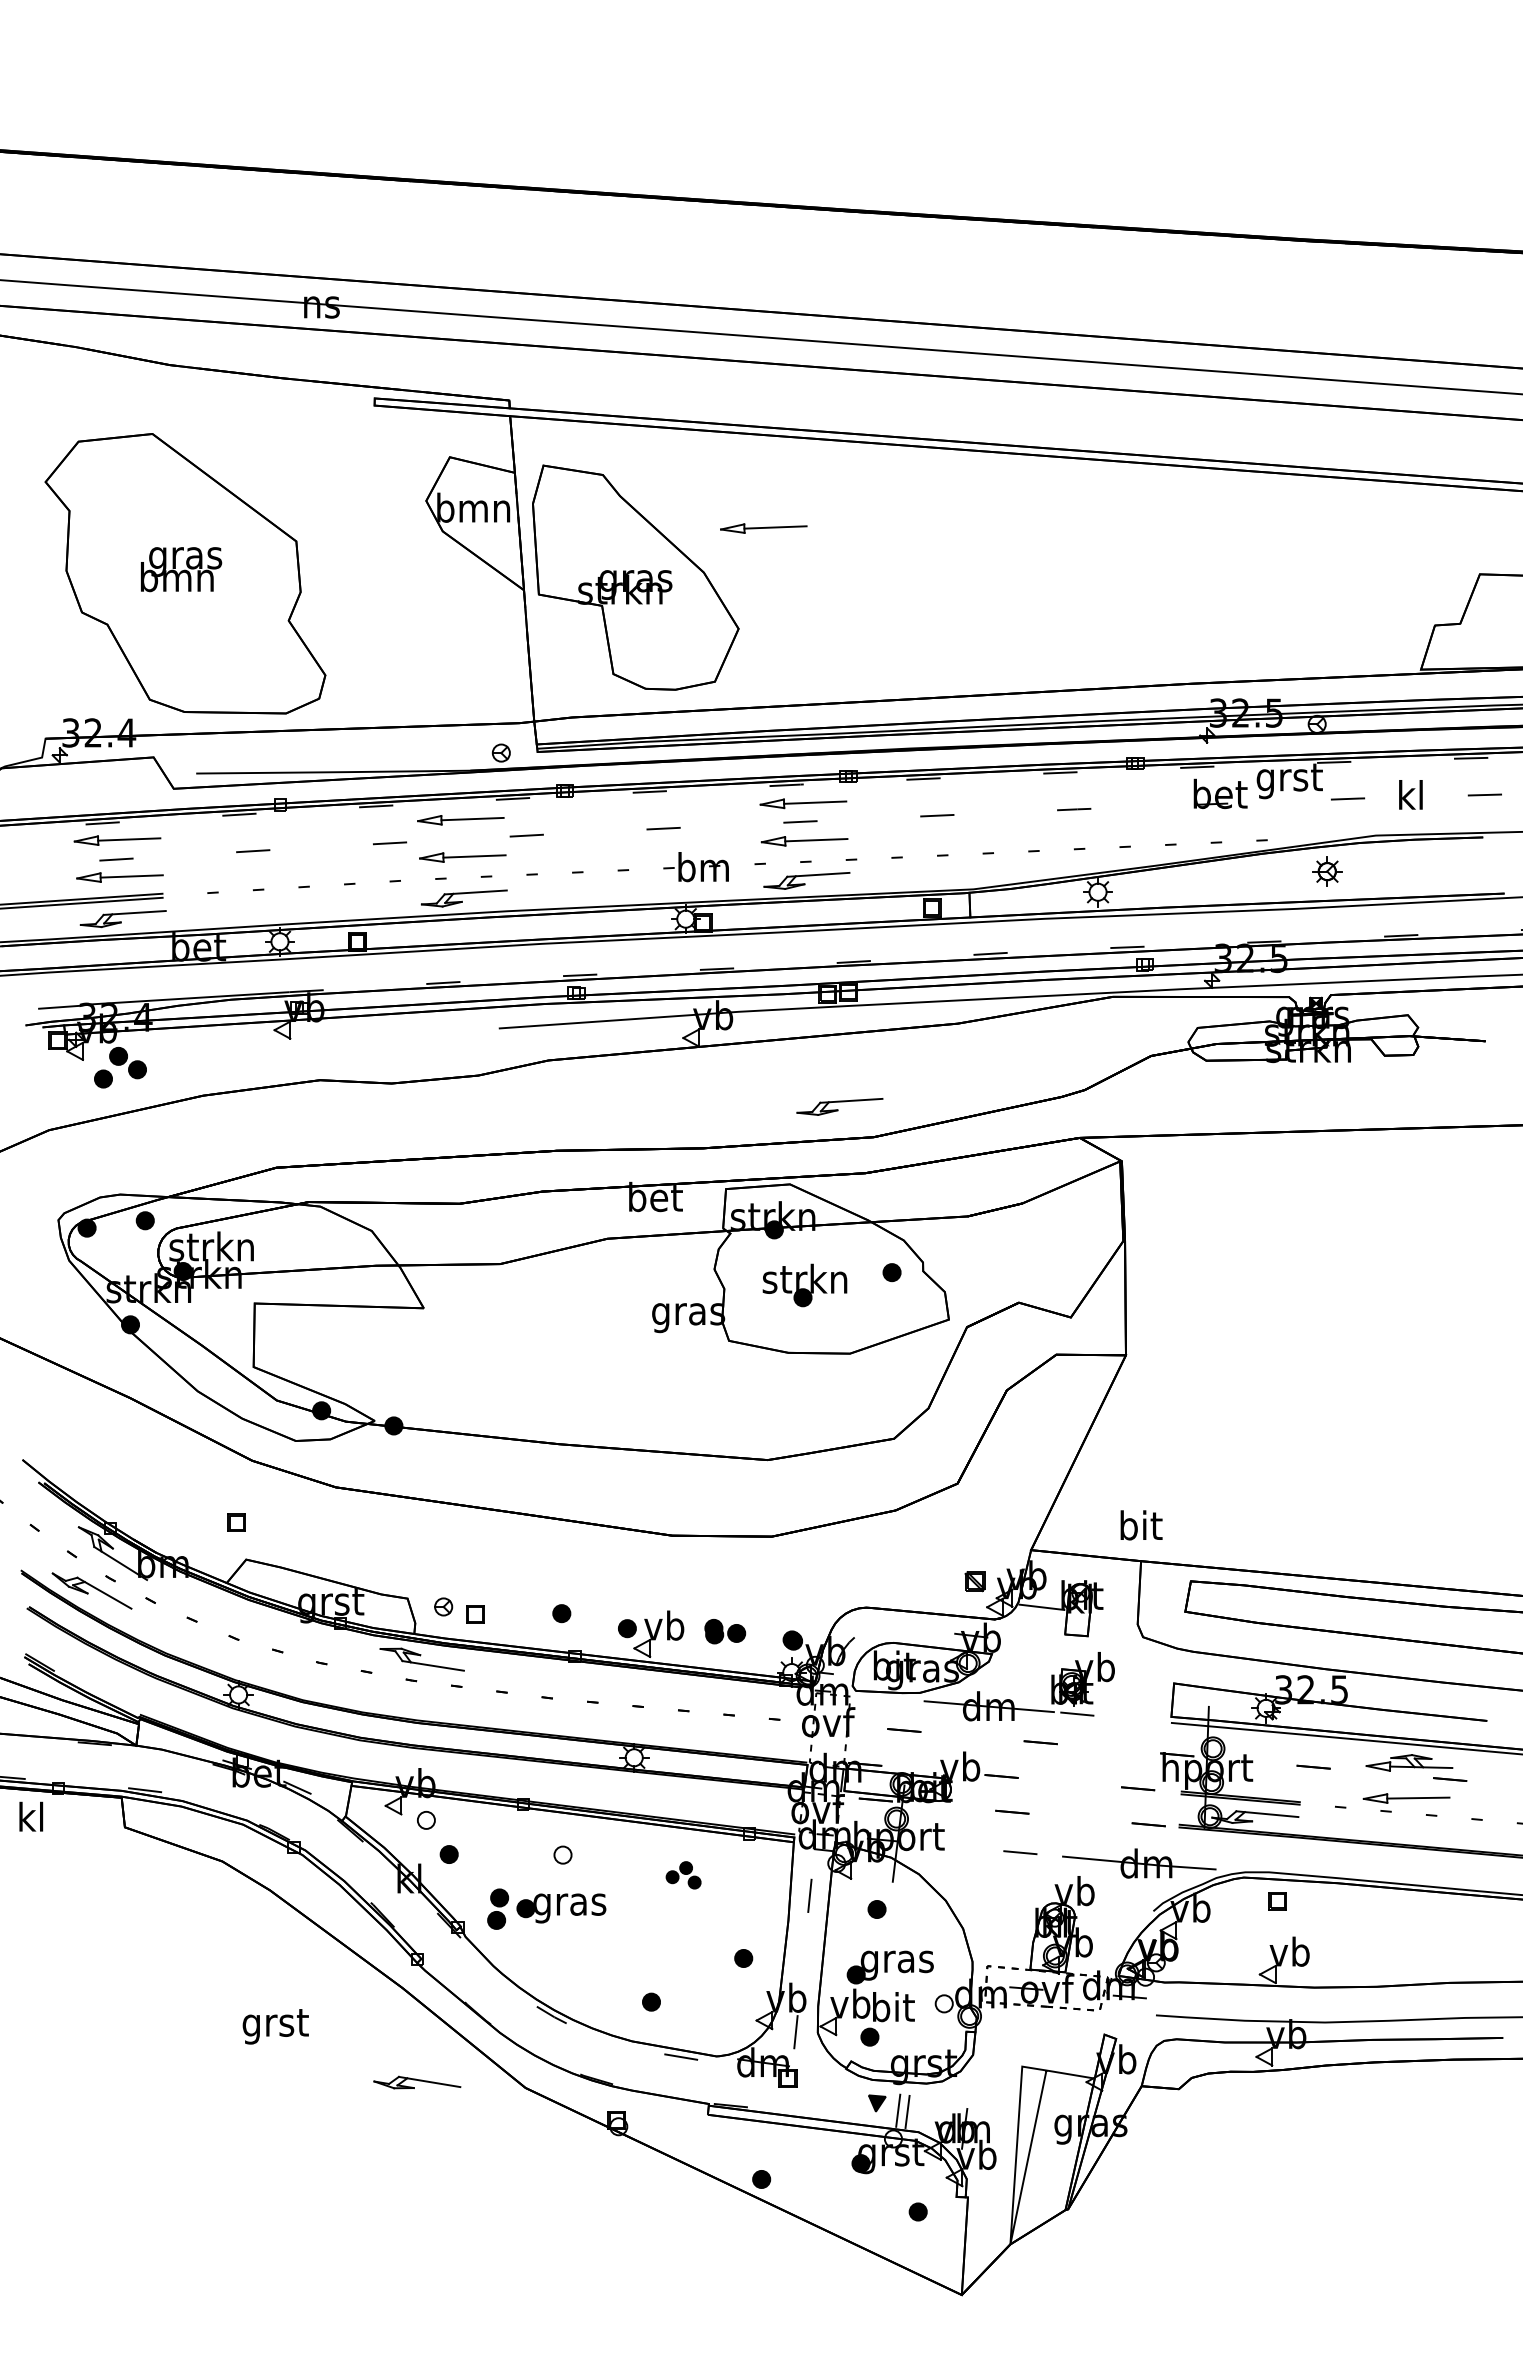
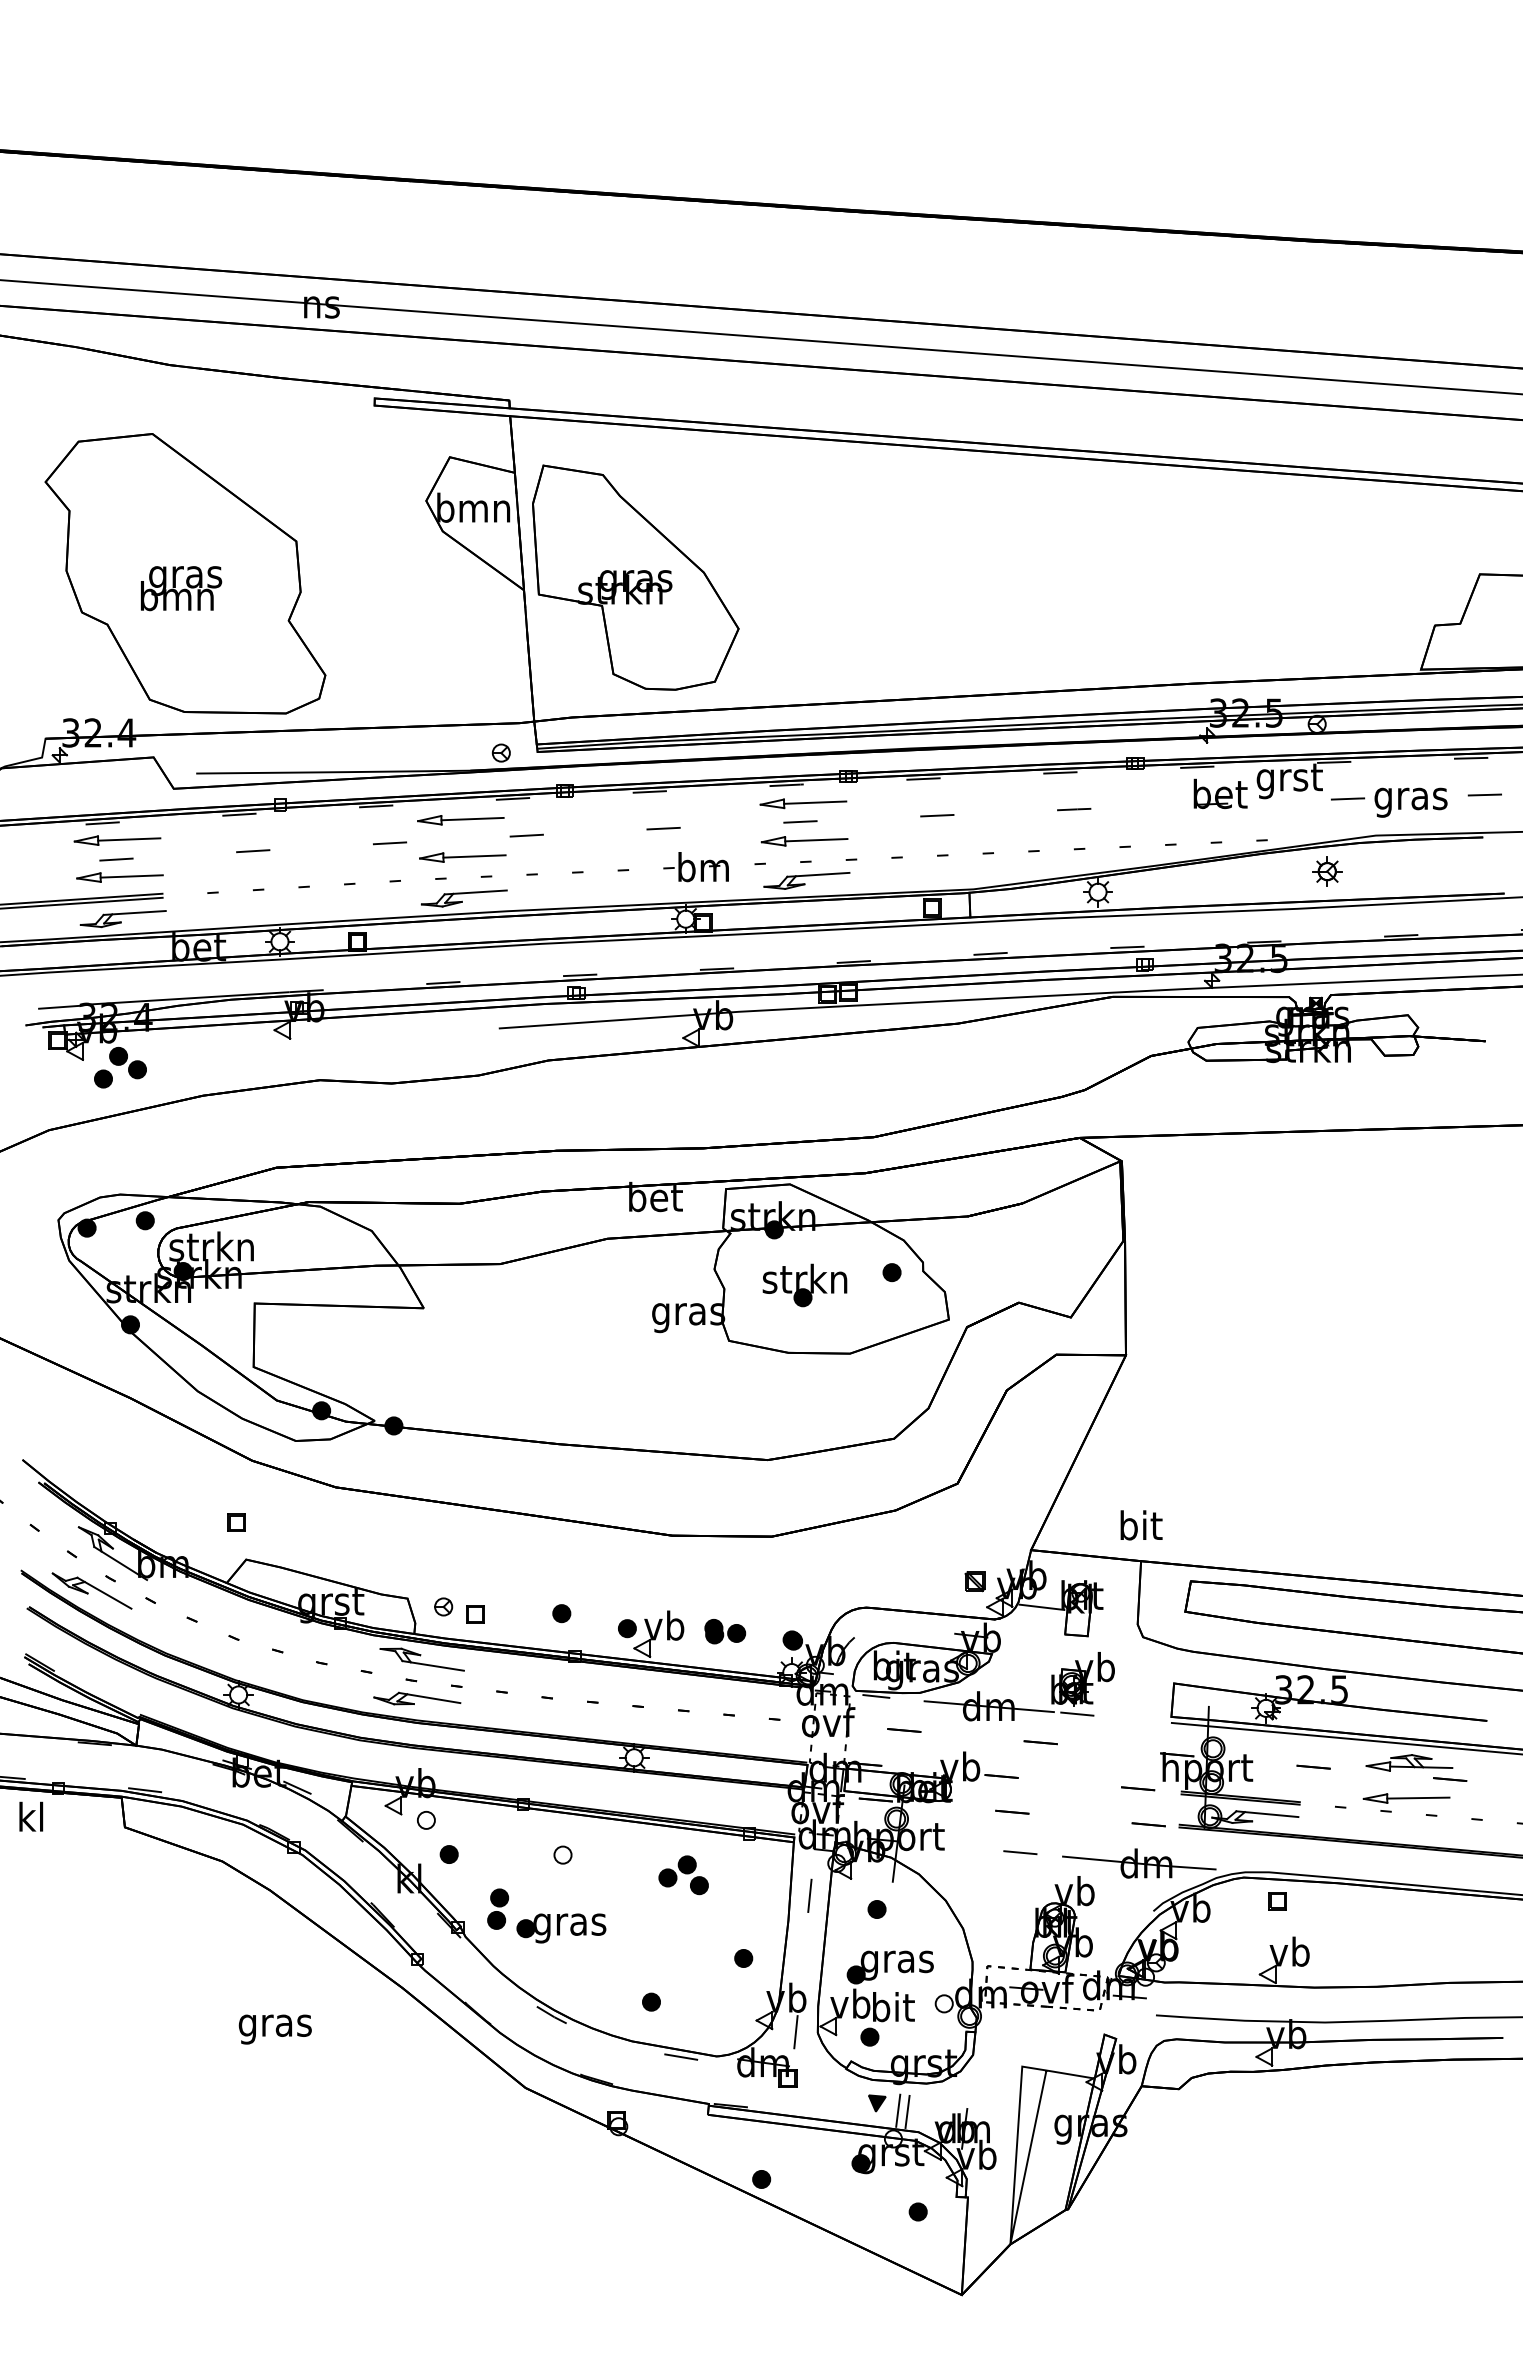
part at (763, 528): present -> none
text at (181, 569) position: (181, 569) -> (181, 588)
text at (1410, 798): kl -> gras
part at (839, 1106): present -> none
line at (876, 1696): none -> present
part at (683, 1875) size: 37x29 px -> 51x41 px
part at (561, 1908) position: (561, 1908) -> (561, 1928)
text at (274, 2026): grst -> gras
part at (417, 2082) position: (417, 2082) -> (417, 1698)
